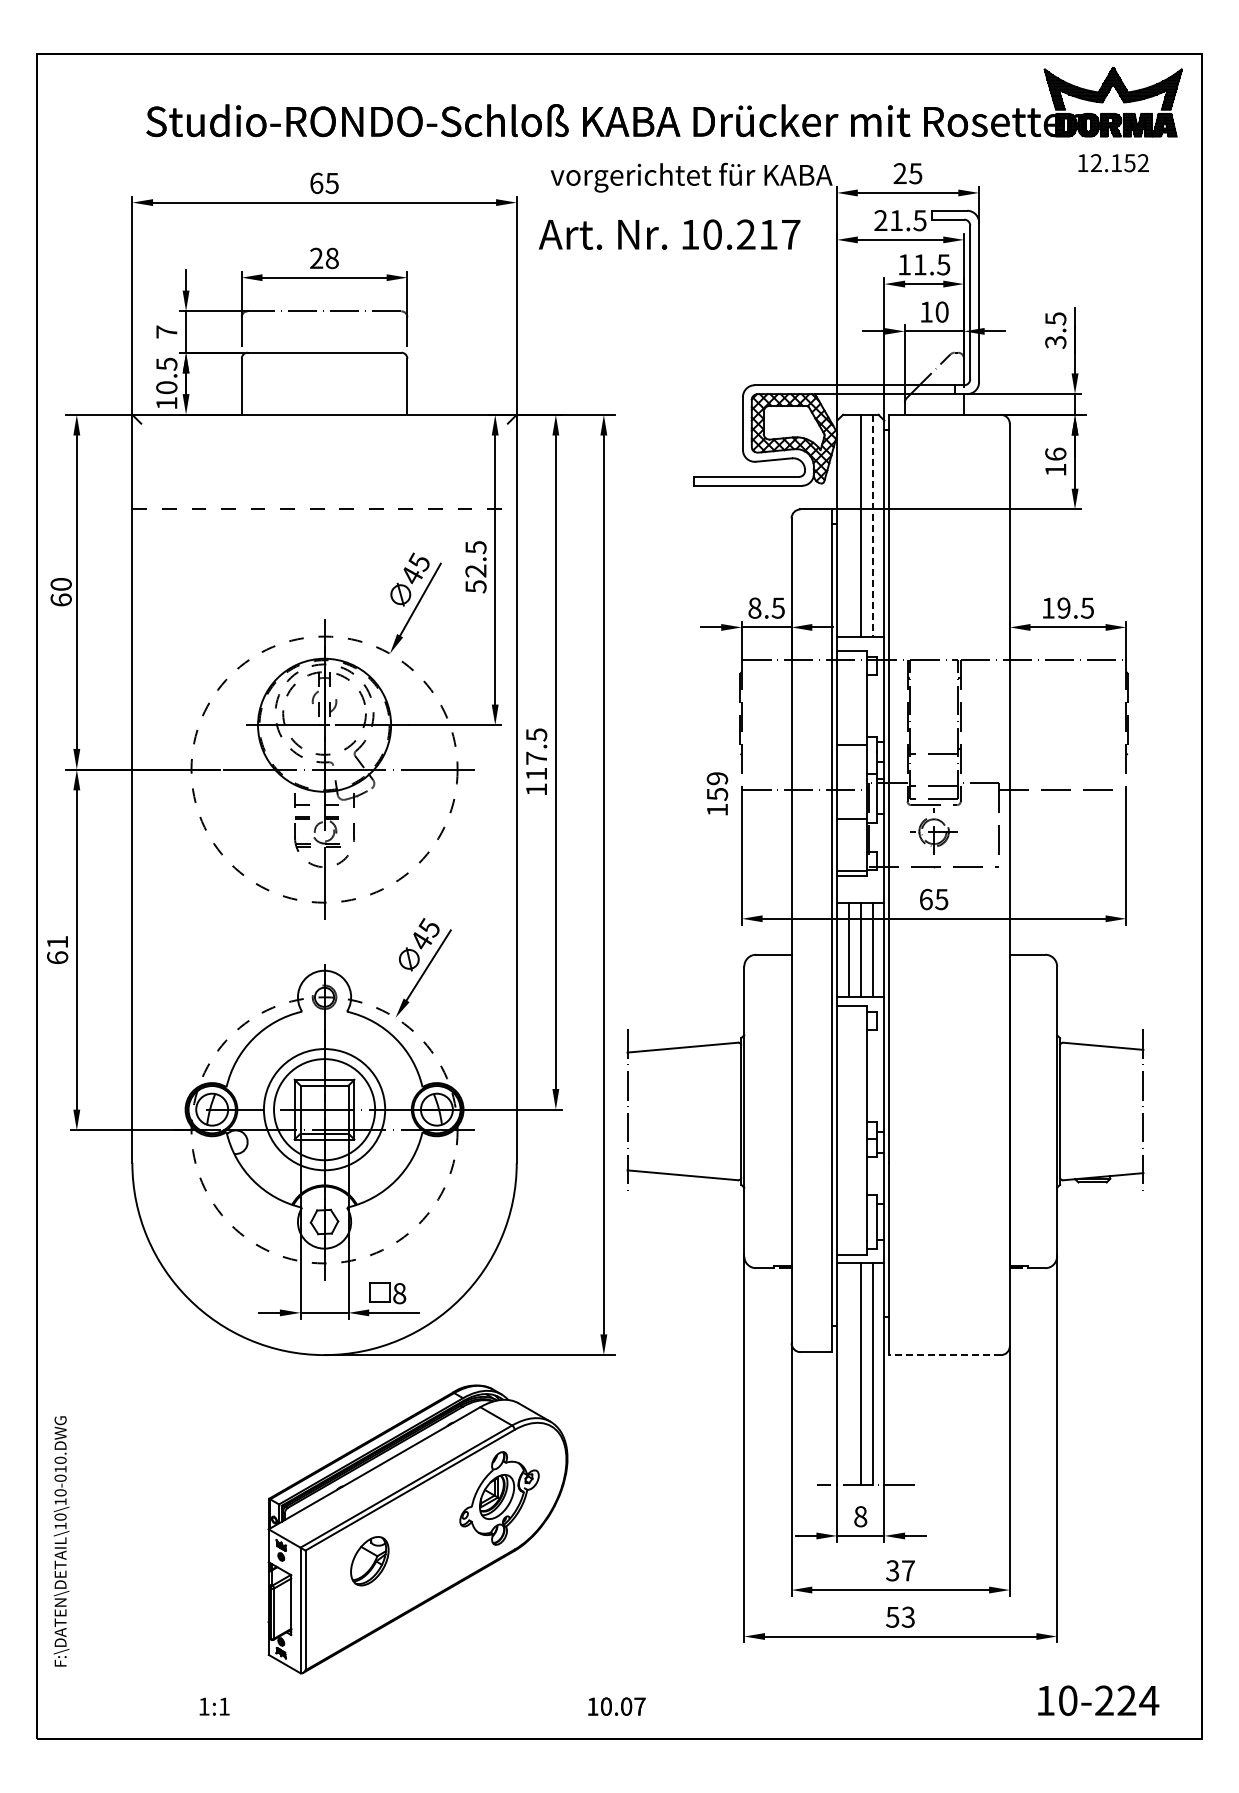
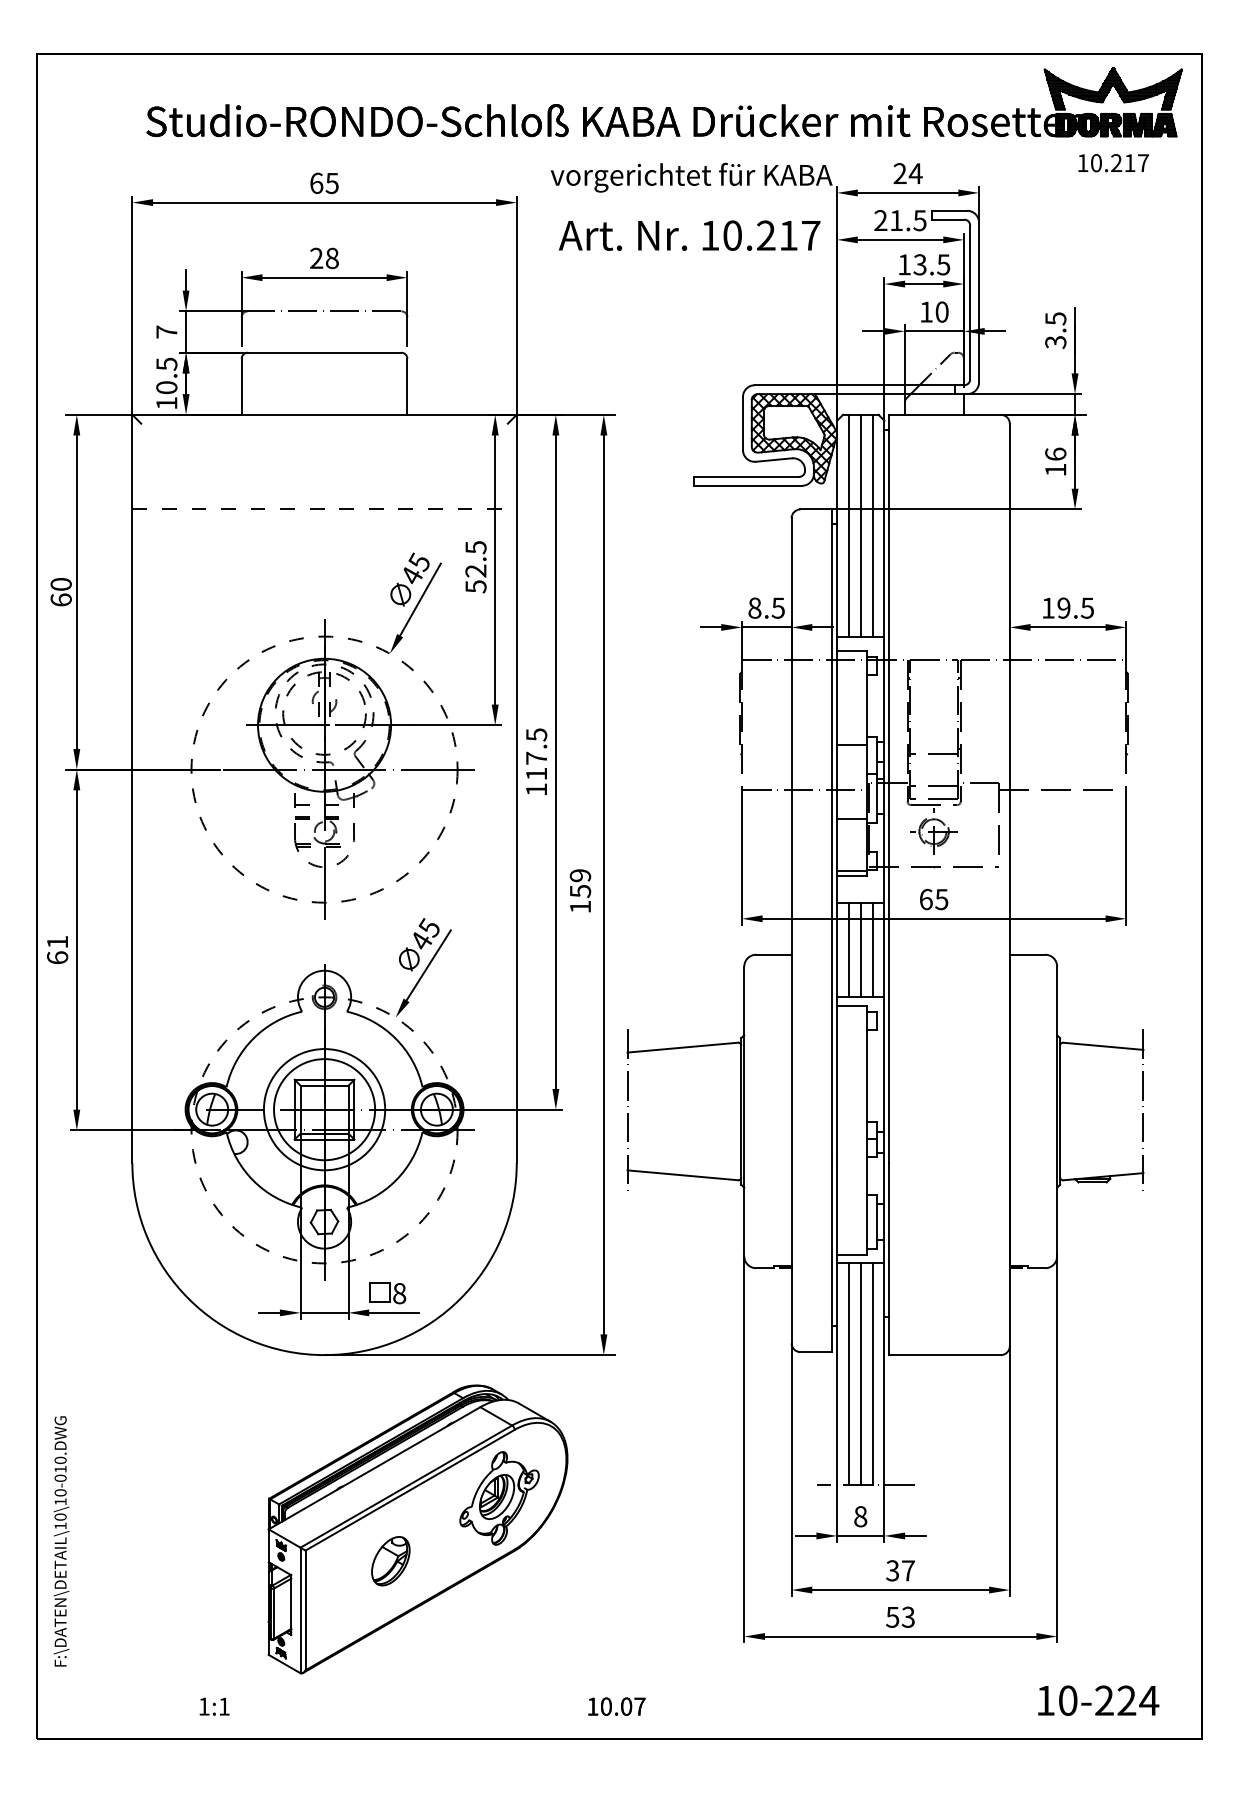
text at (1119, 163): 12.152 -> 10.217
text at (915, 173): 25 -> 24
text at (669, 234) position: (669, 234) -> (689, 235)
text at (919, 264): 11.5 -> 13.5
line at (848, 525): none -> present
line at (872, 525): dashed -> solid
text at (717, 793) position: (717, 793) -> (580, 890)
line at (944, 1355): dashed -> solid
line at (848, 1373): none -> present
part at (369, 1561) position: (369, 1561) -> (390, 1561)
